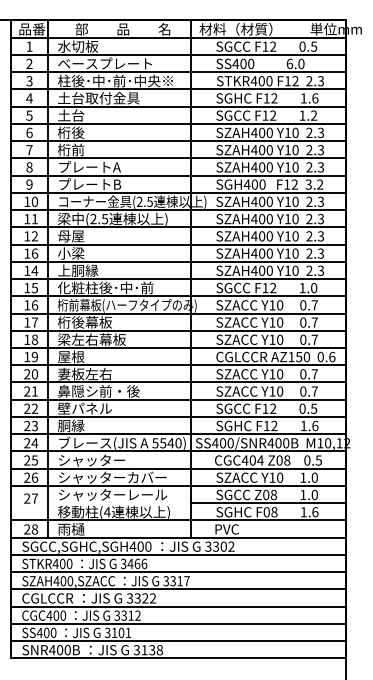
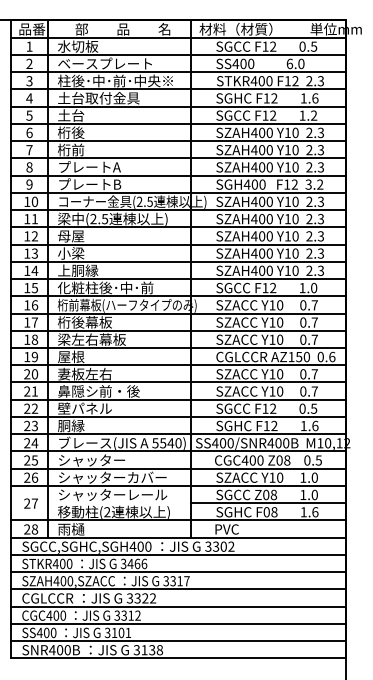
text at (34, 253): 16 -> 13
text at (260, 460): CGC404 -> CGC400
text at (30, 498) position: (30, 498) -> (30, 503)
text at (107, 512): (4 -> (2
